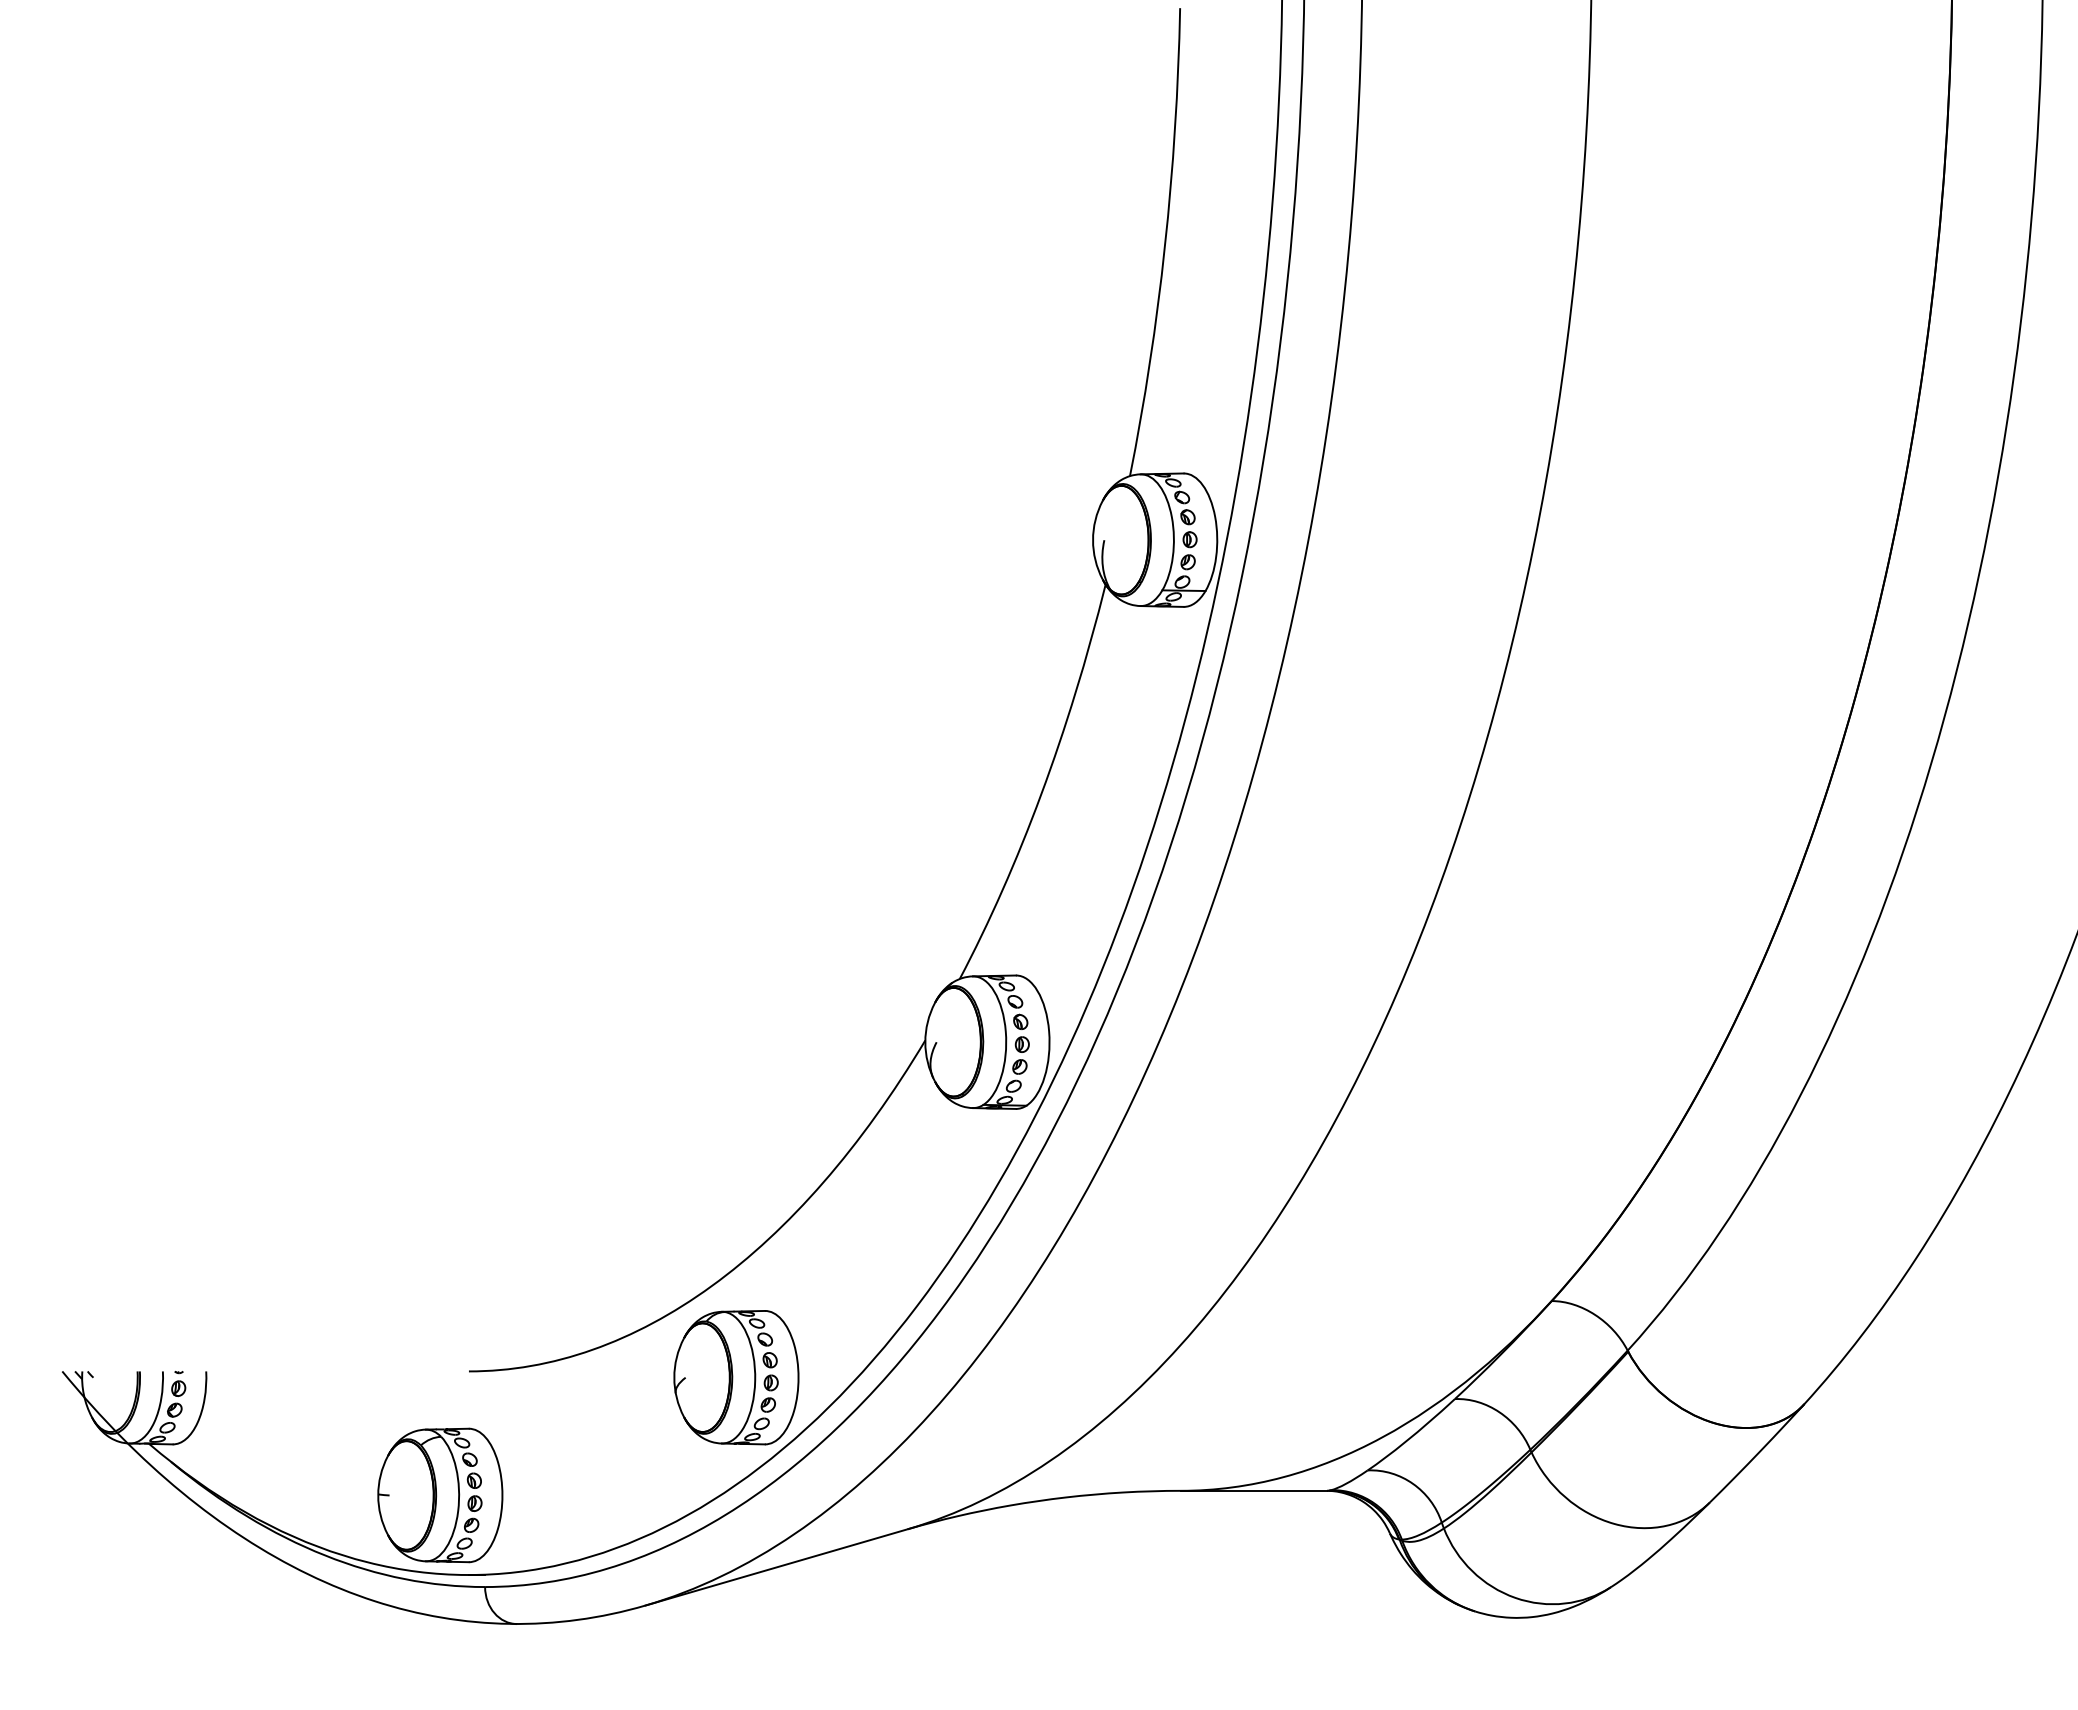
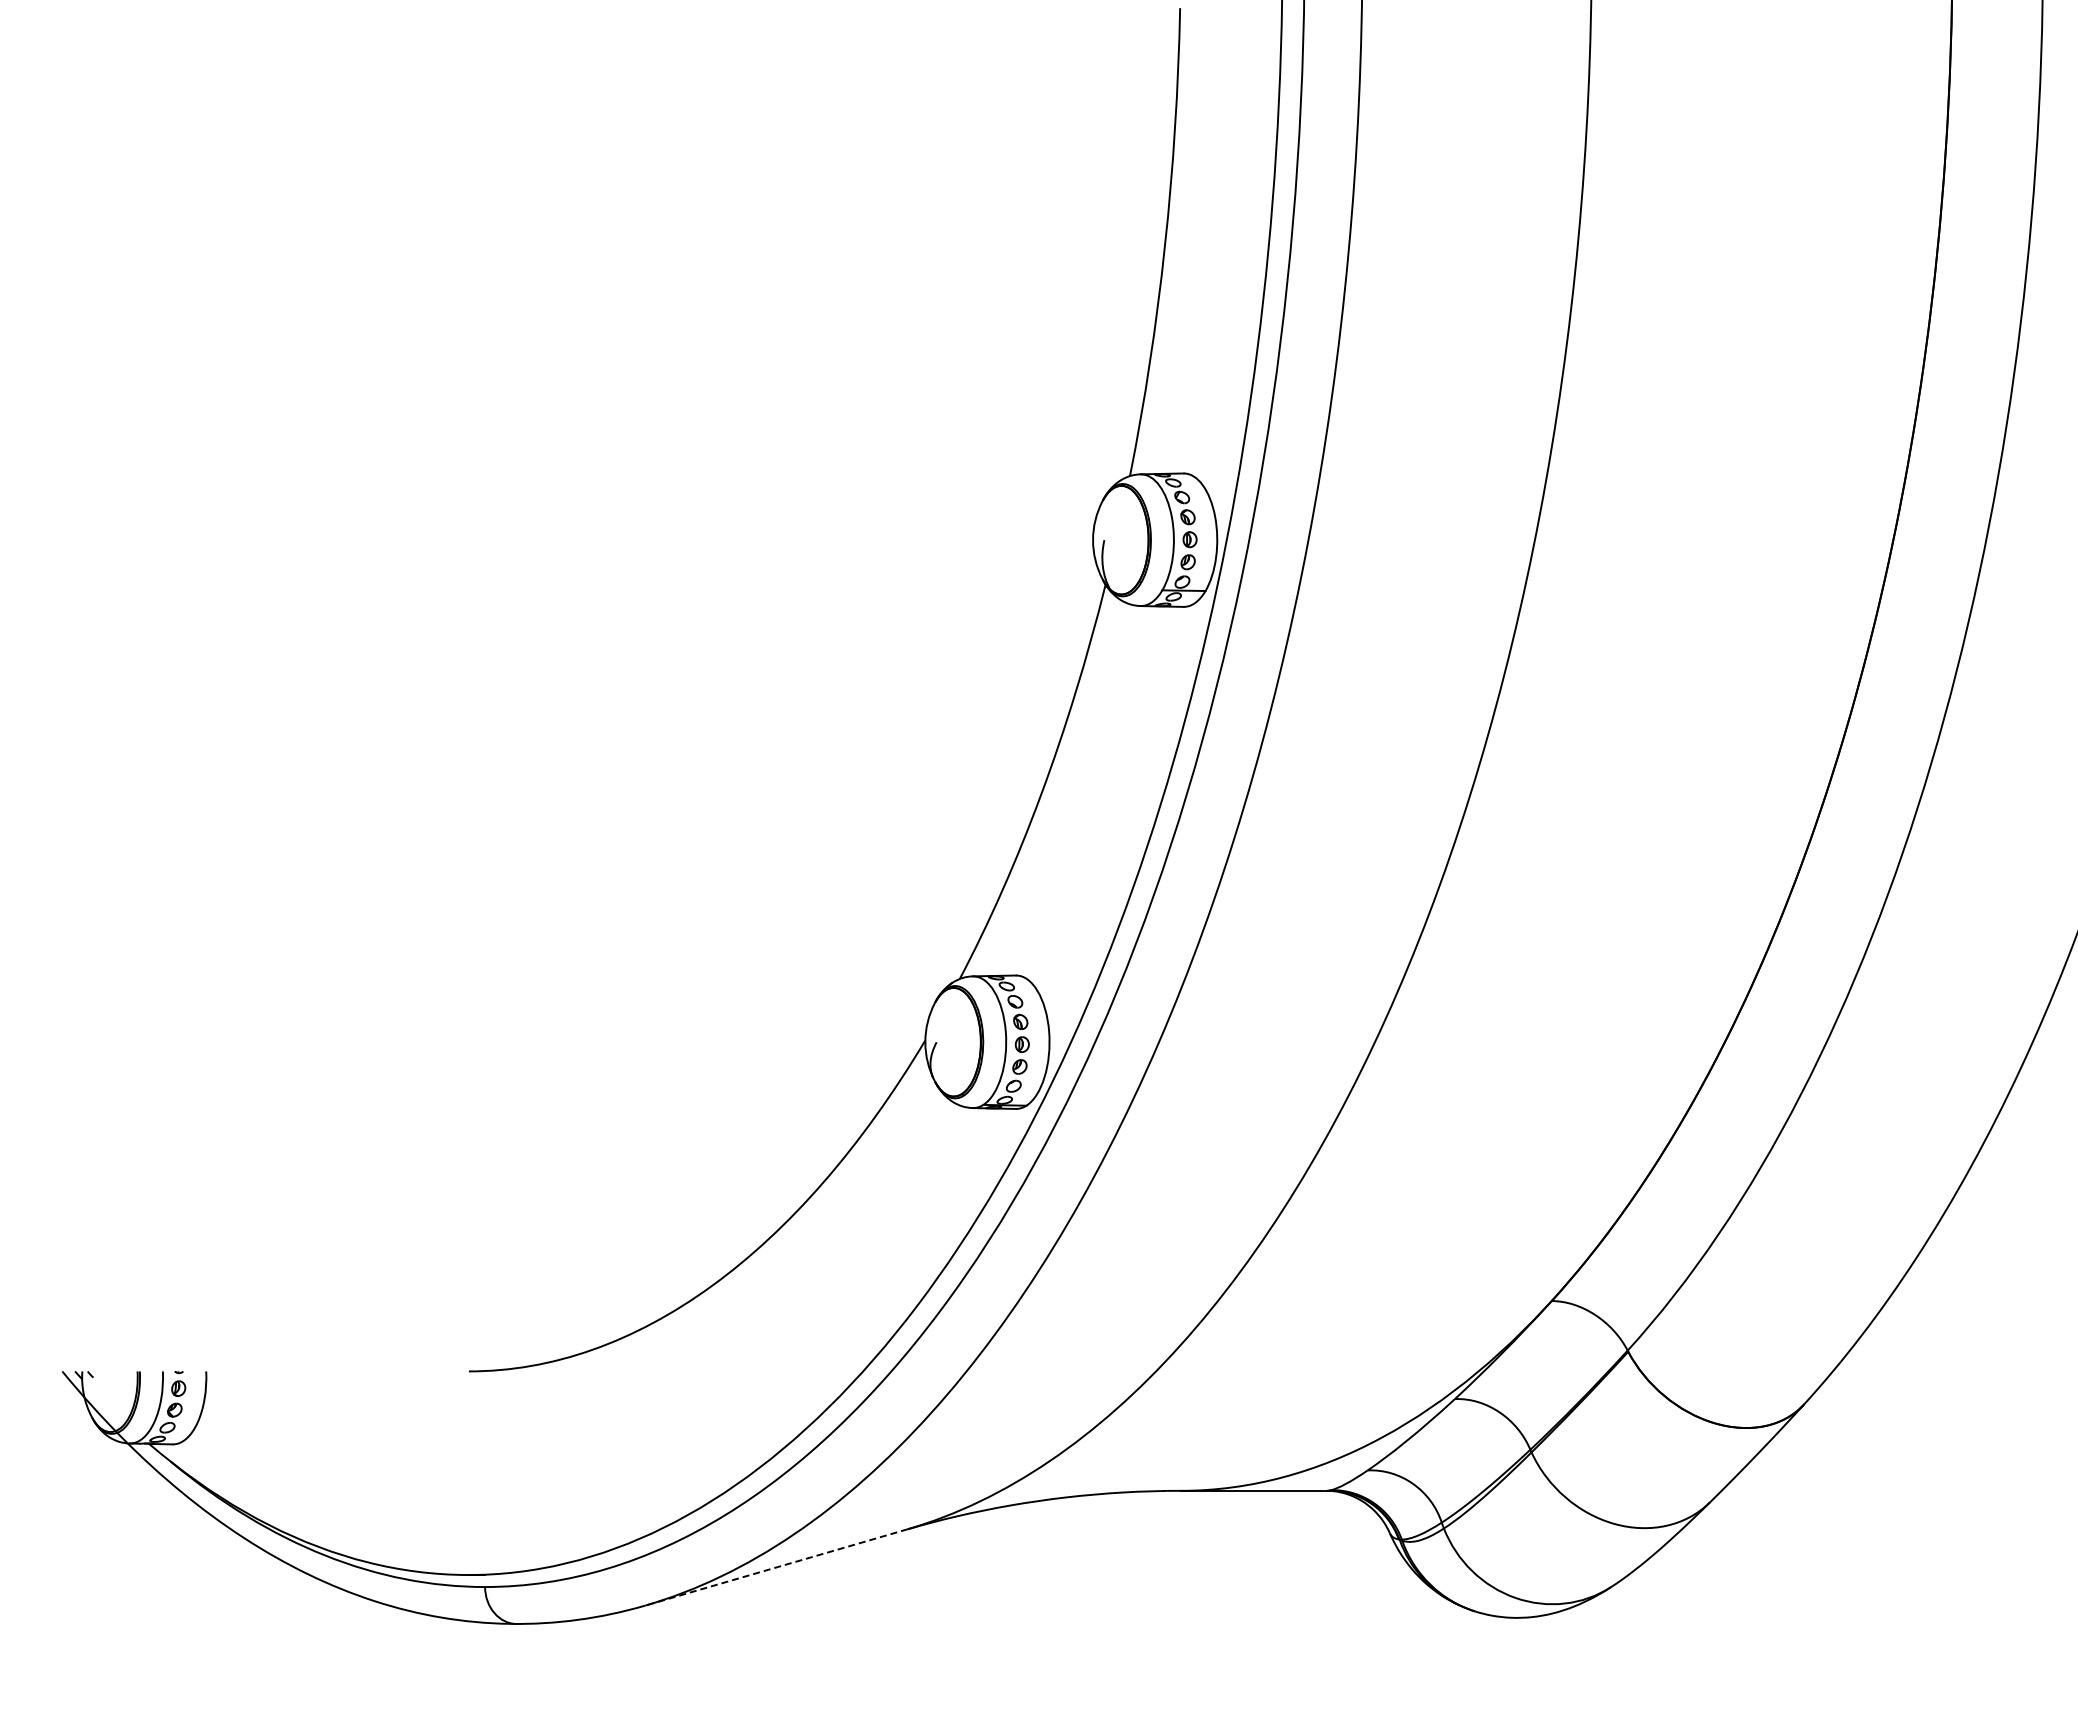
part at (736, 1377): present -> none
part at (440, 1495): present -> none
line at (776, 1567): solid -> dashed
